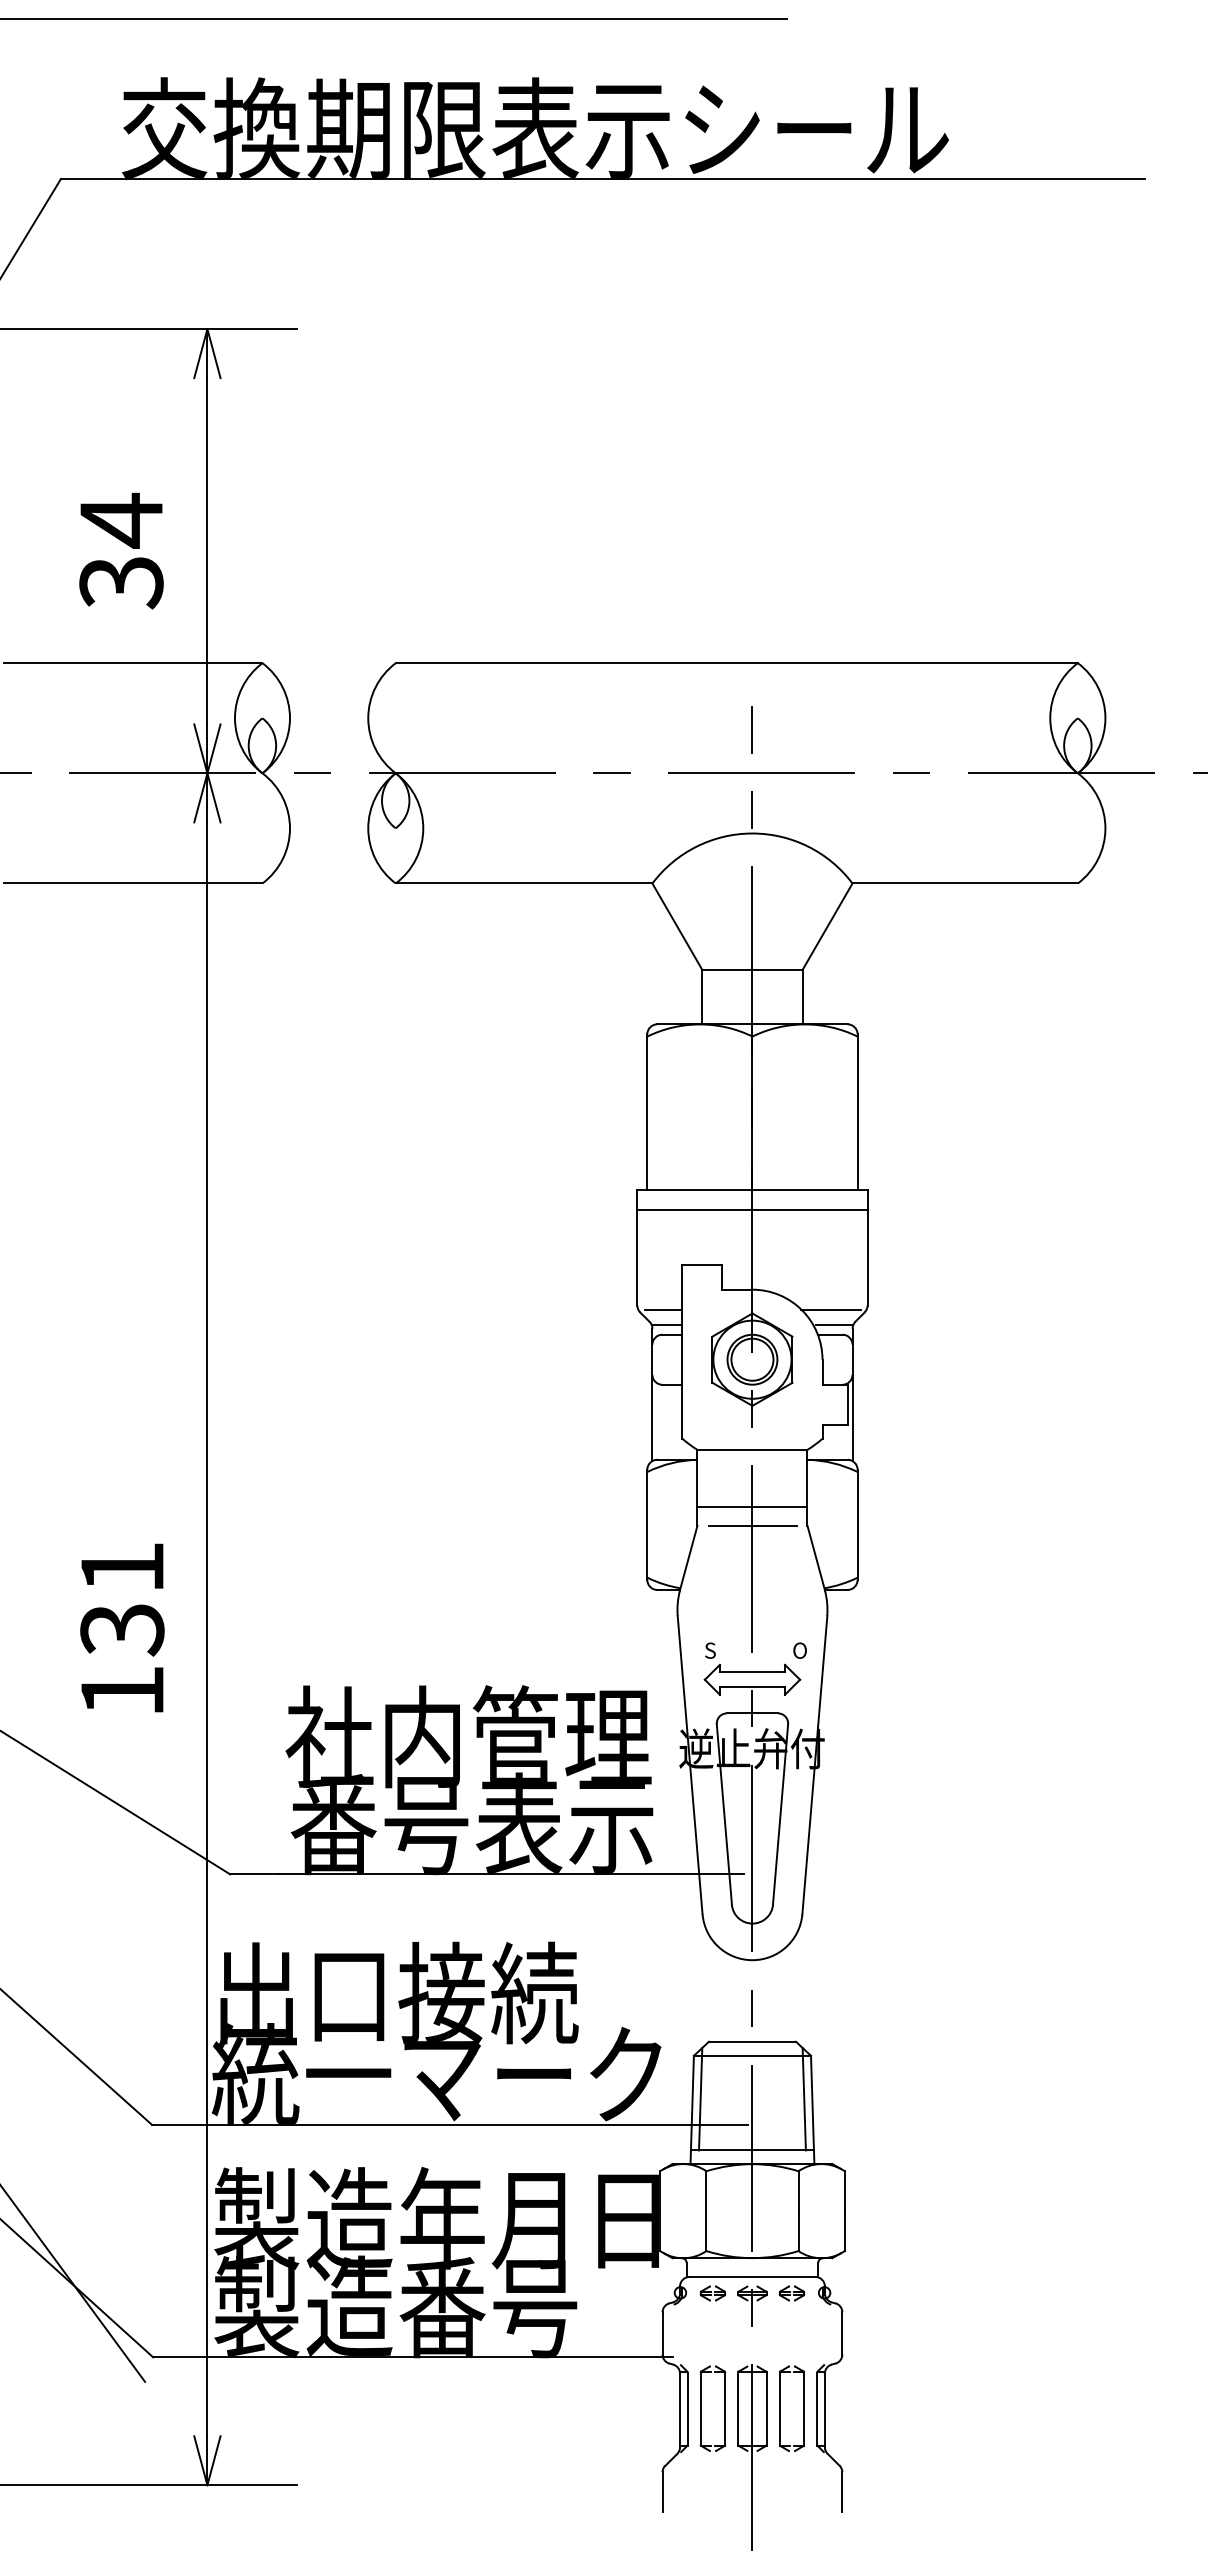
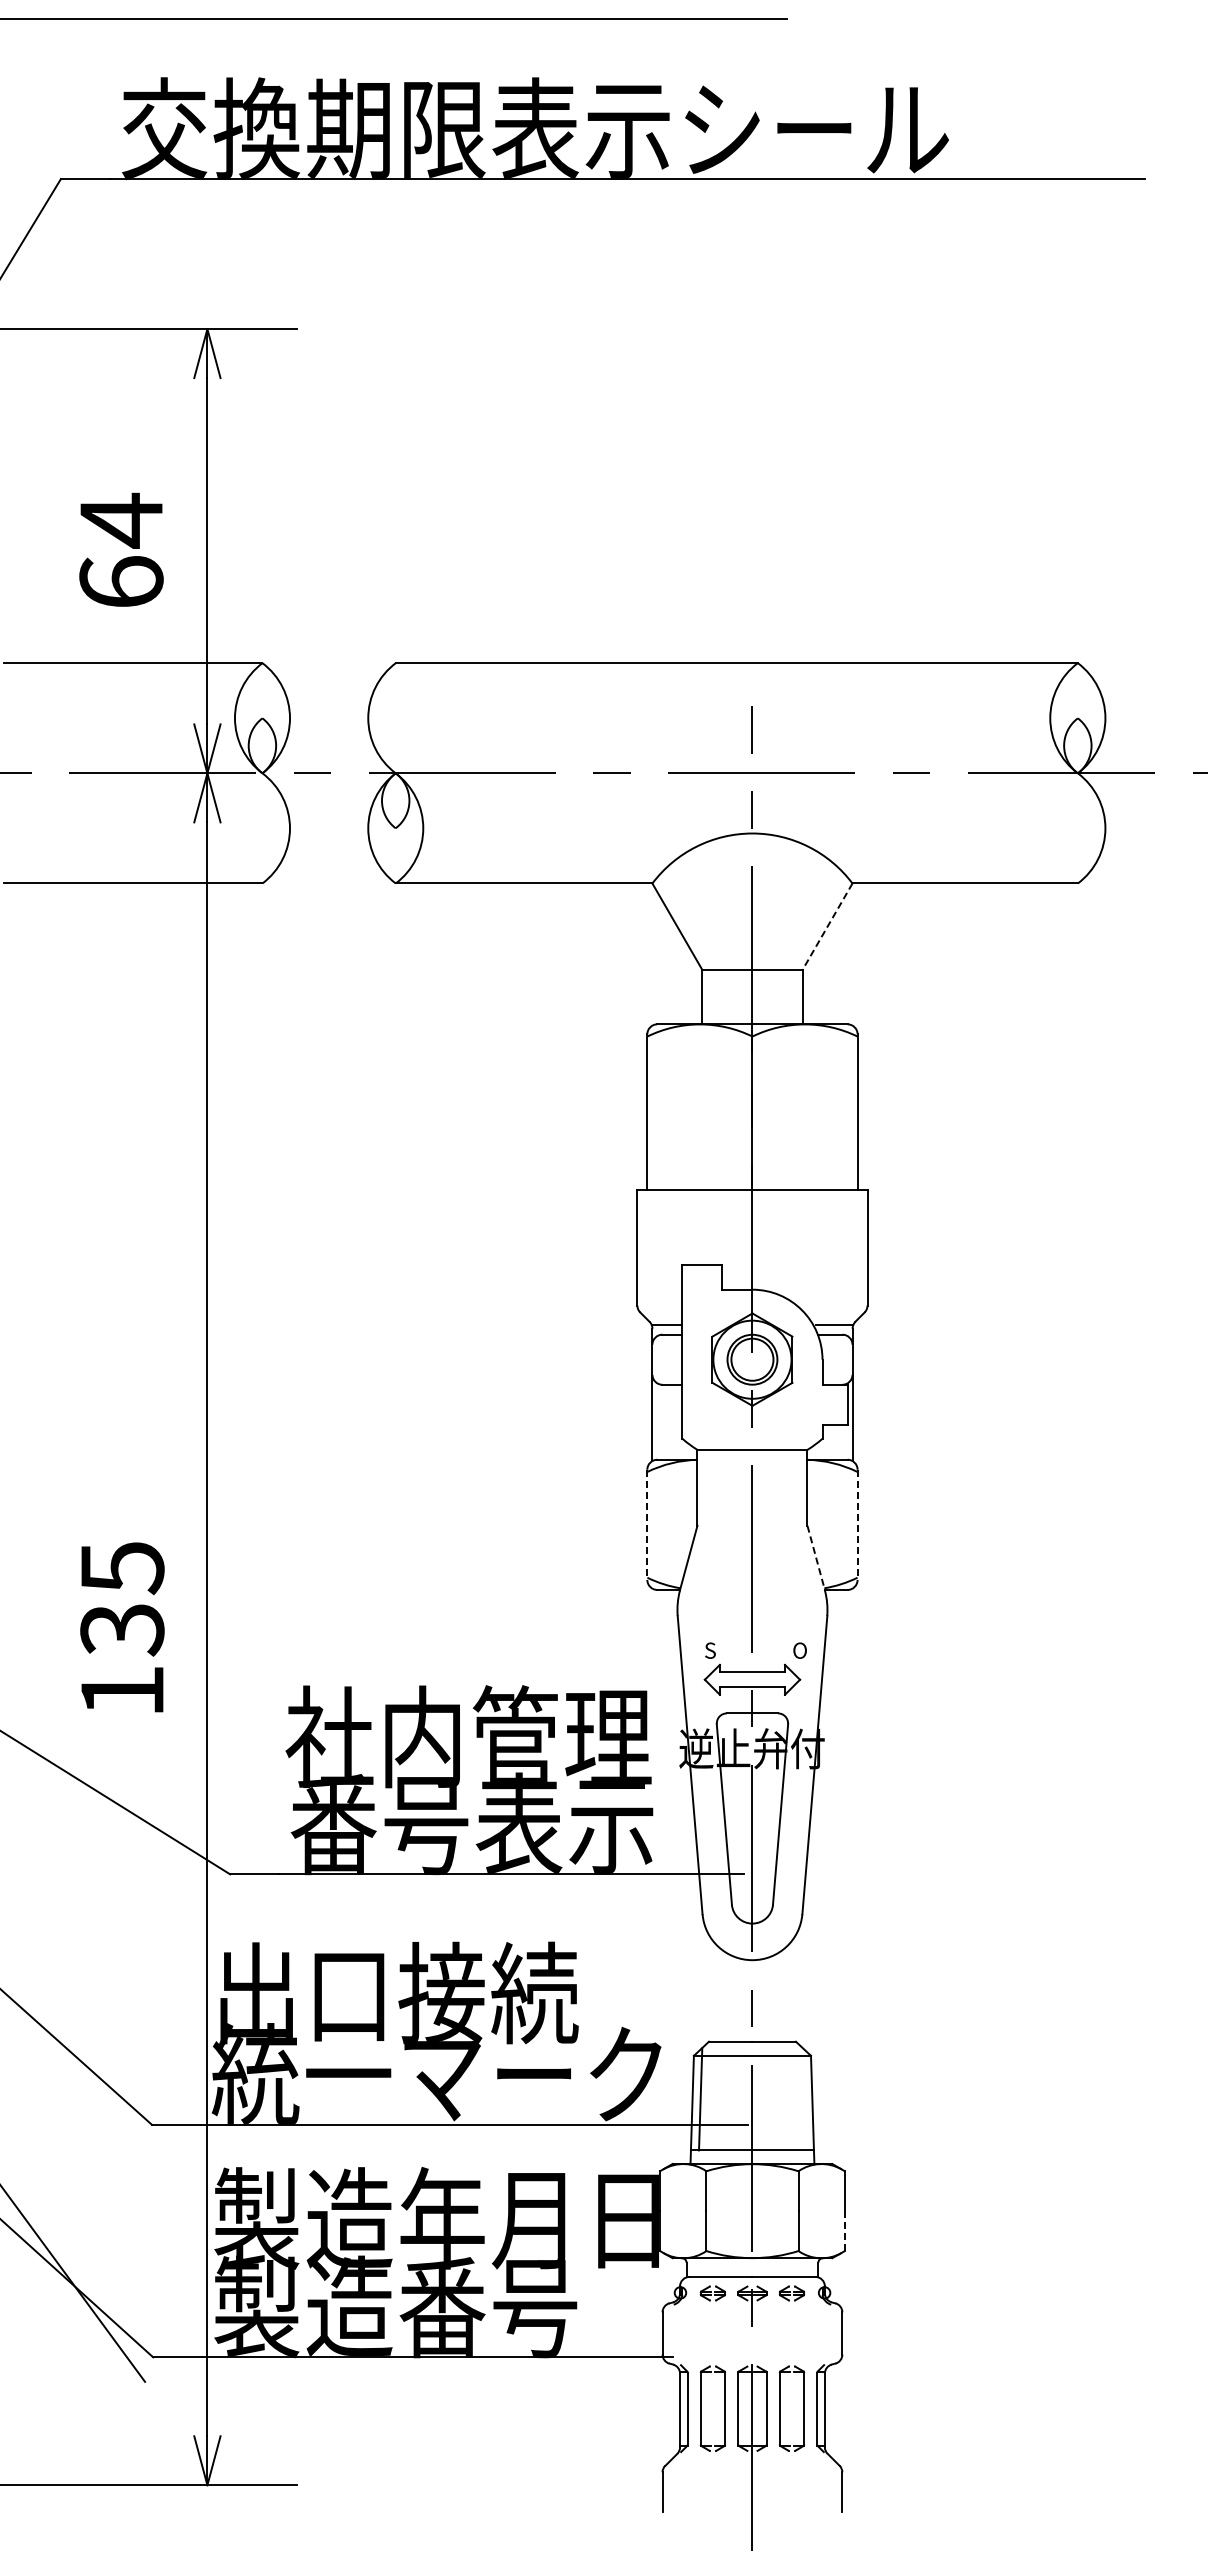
text at (121, 582): 34 -> 64
line at (827, 927): solid -> dashed
line at (752, 1209): present -> none
line at (663, 1309): present -> none
line at (831, 1309): present -> none
line at (752, 1506): present -> none
line at (647, 1525): solid -> dashed
line at (752, 1525): present -> none
line at (857, 1525): solid -> dashed
line at (816, 1558): solid -> dashed
text at (122, 1568): 131 -> 135
line at (803, 2099): present -> none
line at (844, 2231): solid -> dashed
